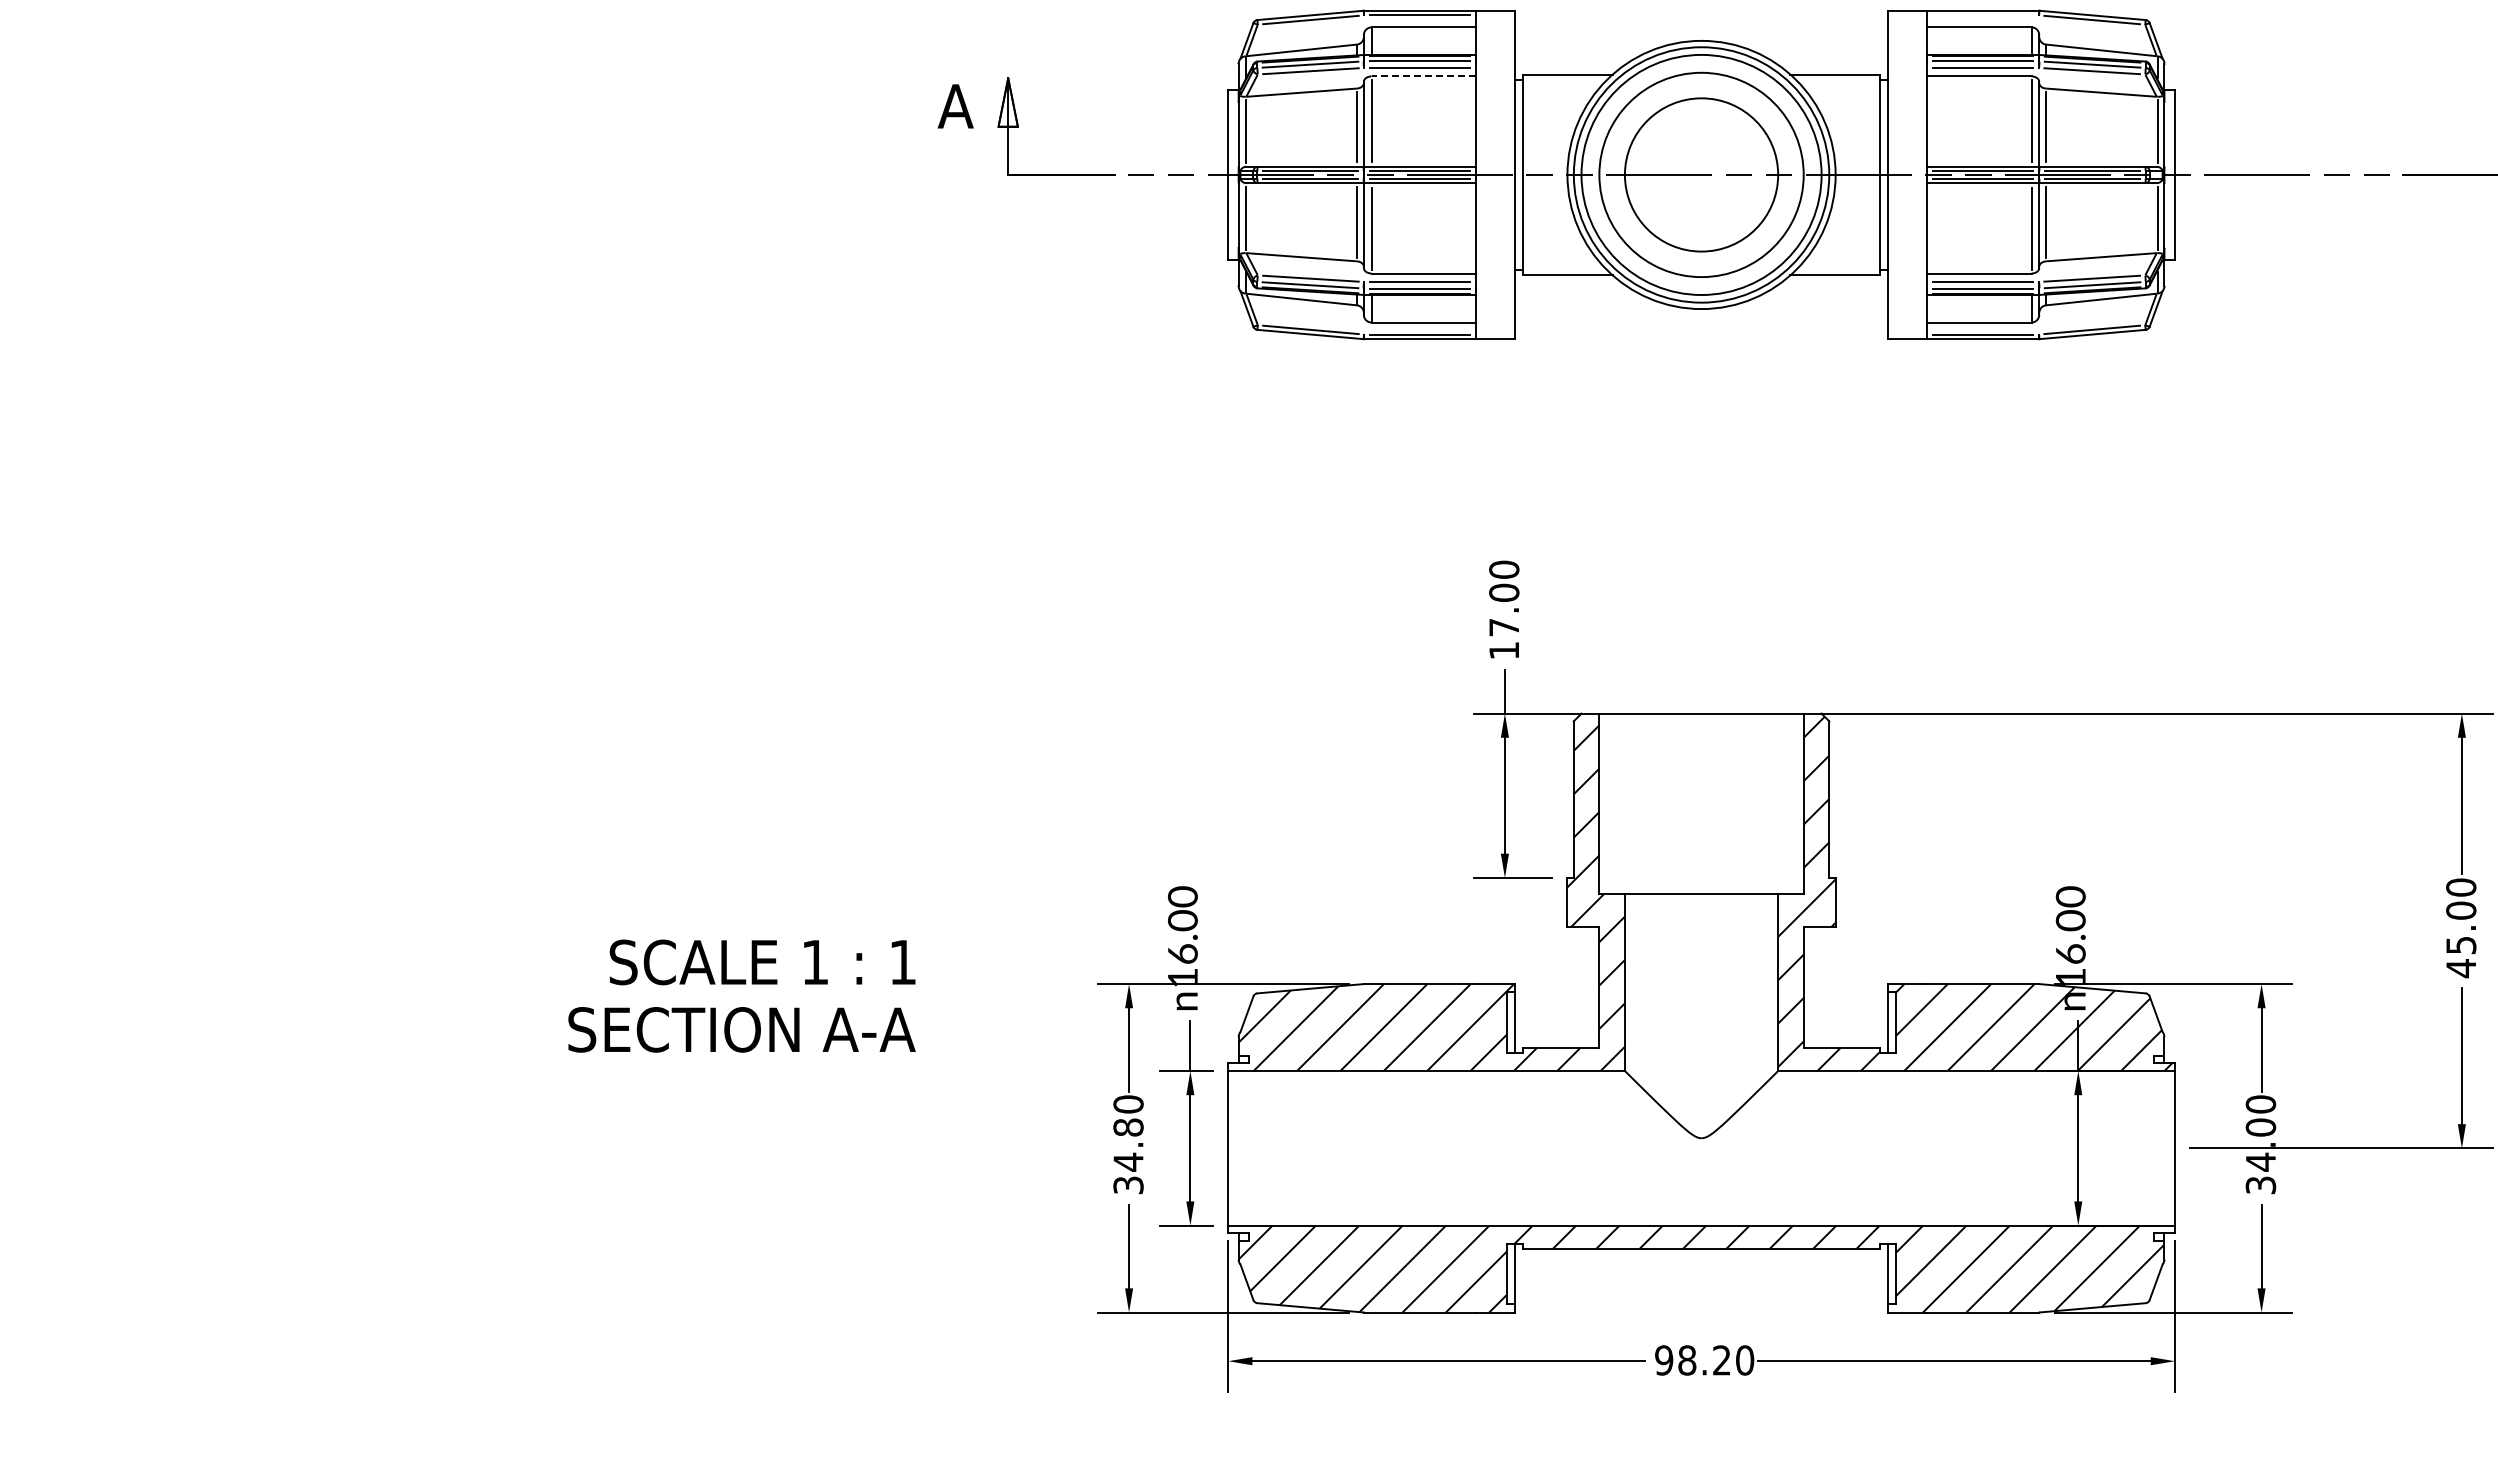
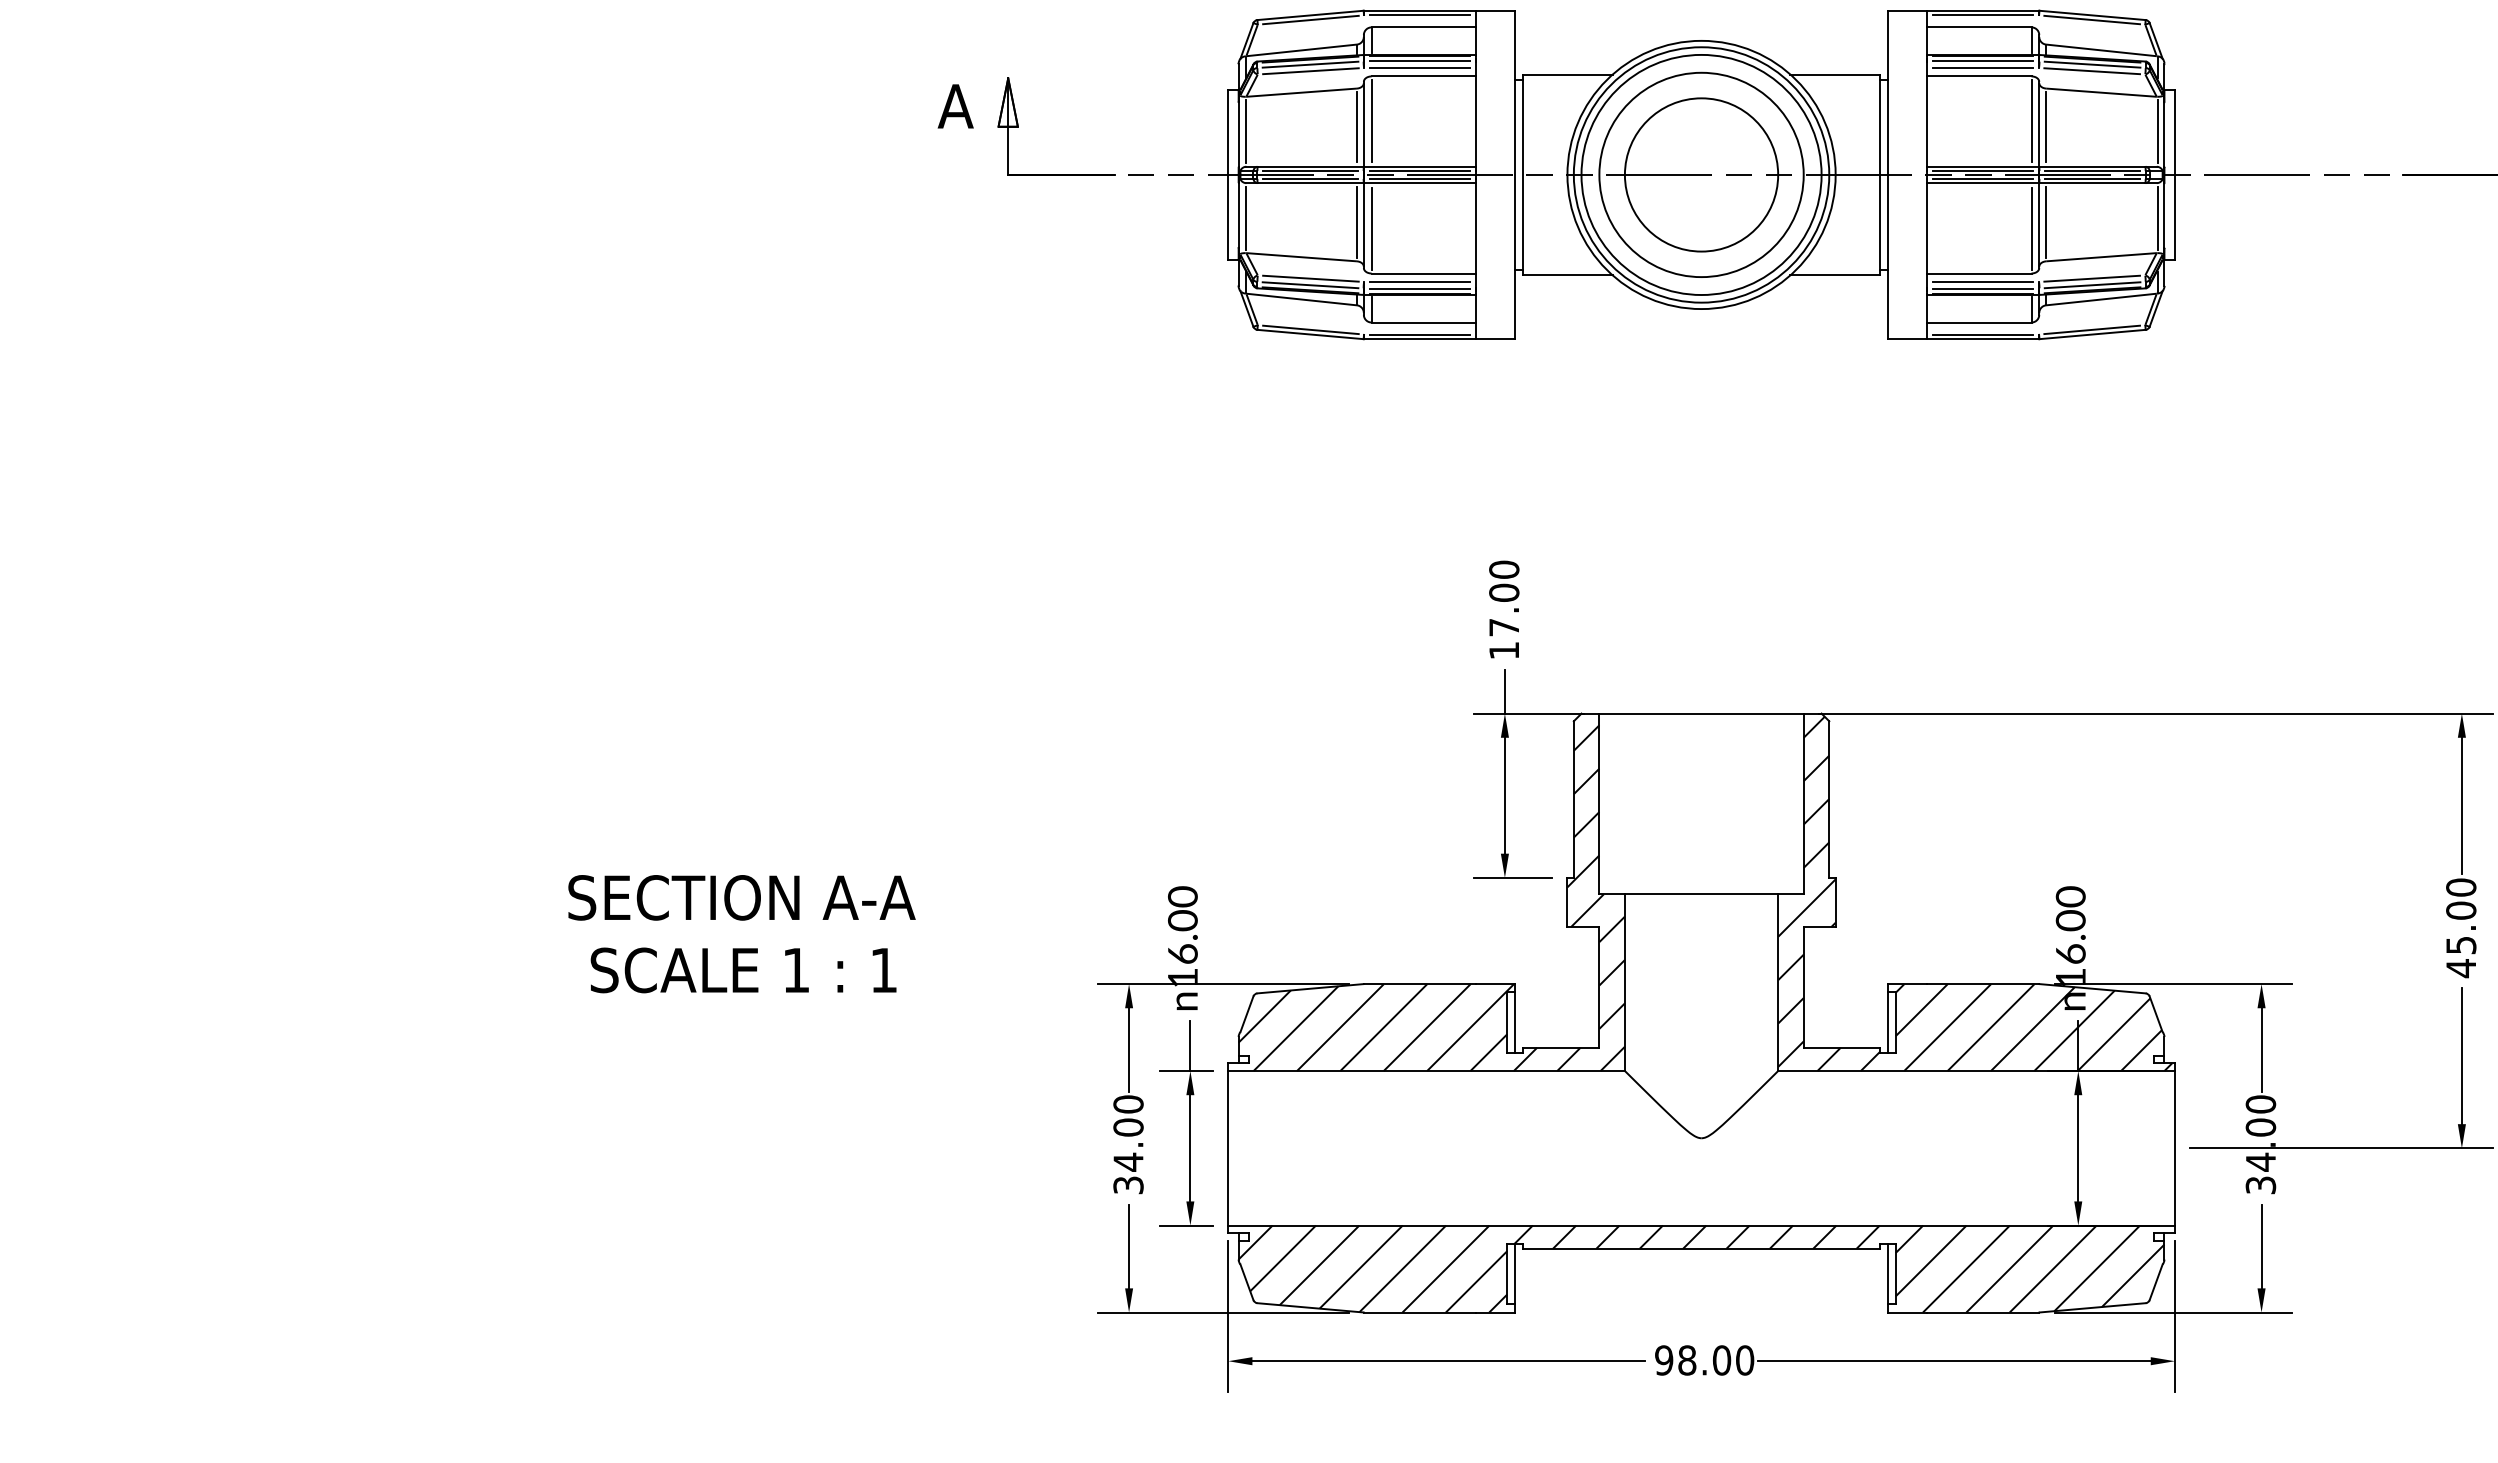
line at (1982, 15): none -> present
line at (1423, 76): dashed -> solid
text at (762, 962) position: (762, 962) -> (743, 970)
text at (741, 1029) position: (741, 1029) -> (741, 897)
text at (1128, 1127): 34.80 -> 34.00
text at (1722, 1360): 98.20 -> 98.00
